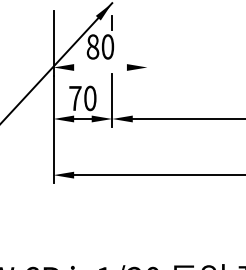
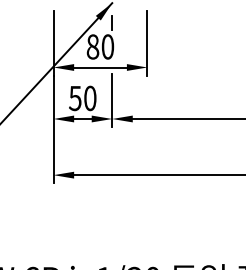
line at (147, 43): none -> present
line at (100, 67): none -> present
text at (75, 98): 70 -> 50
